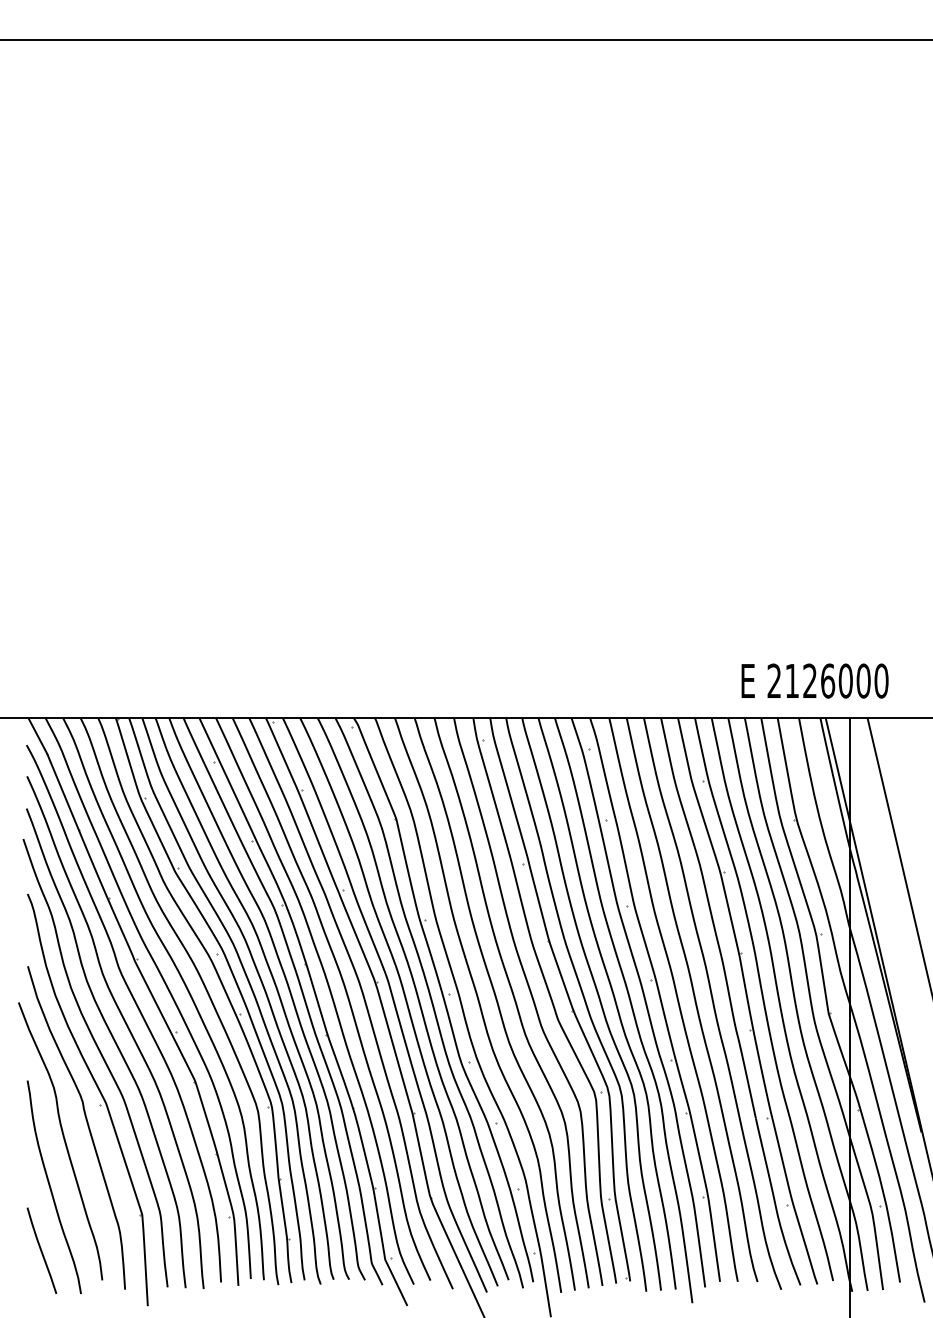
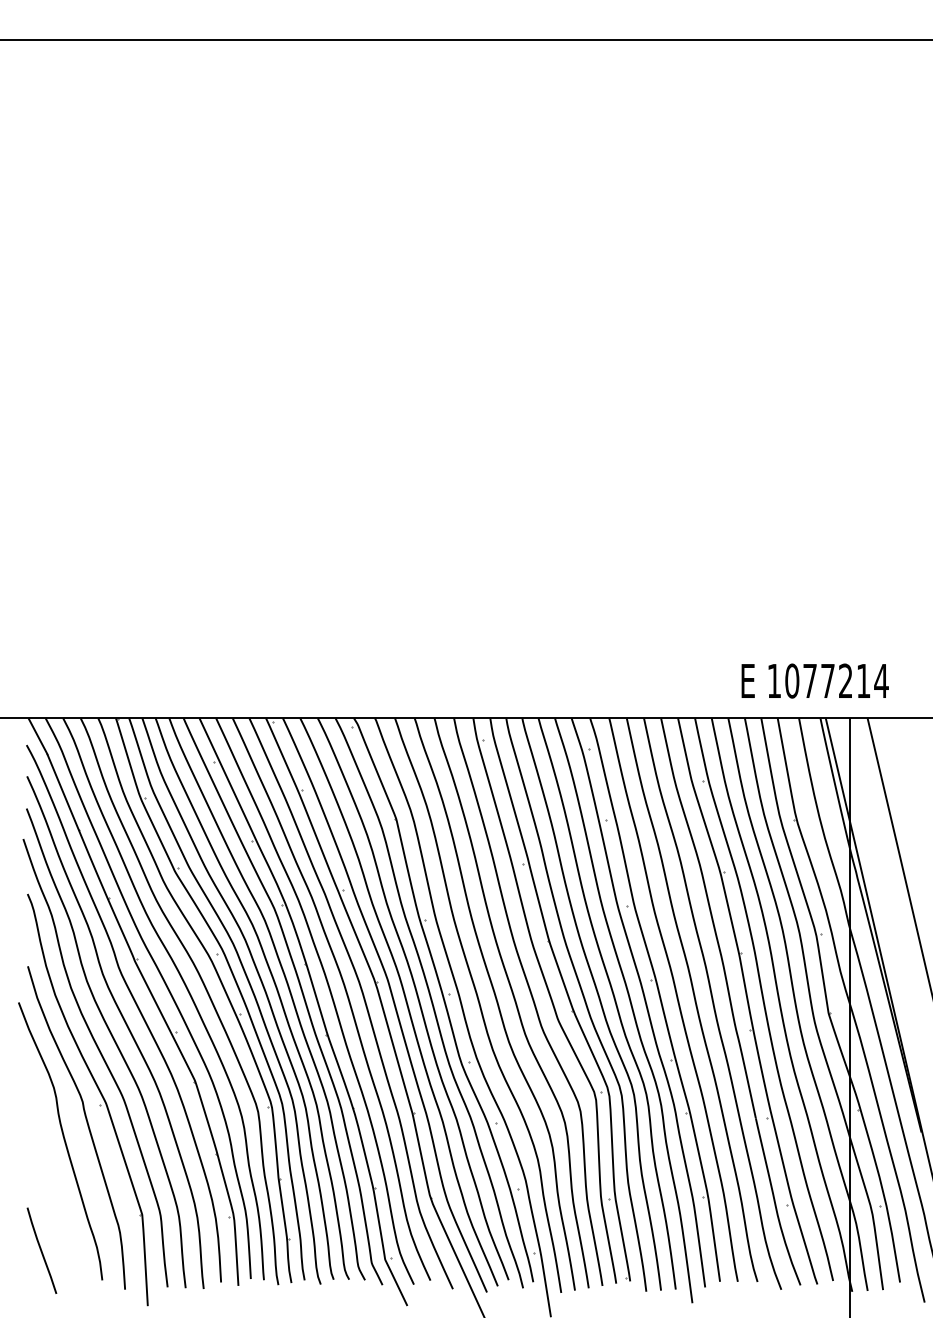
text at (827, 680): 2126000 -> 1077214
curve at (51, 1187): present -> none
